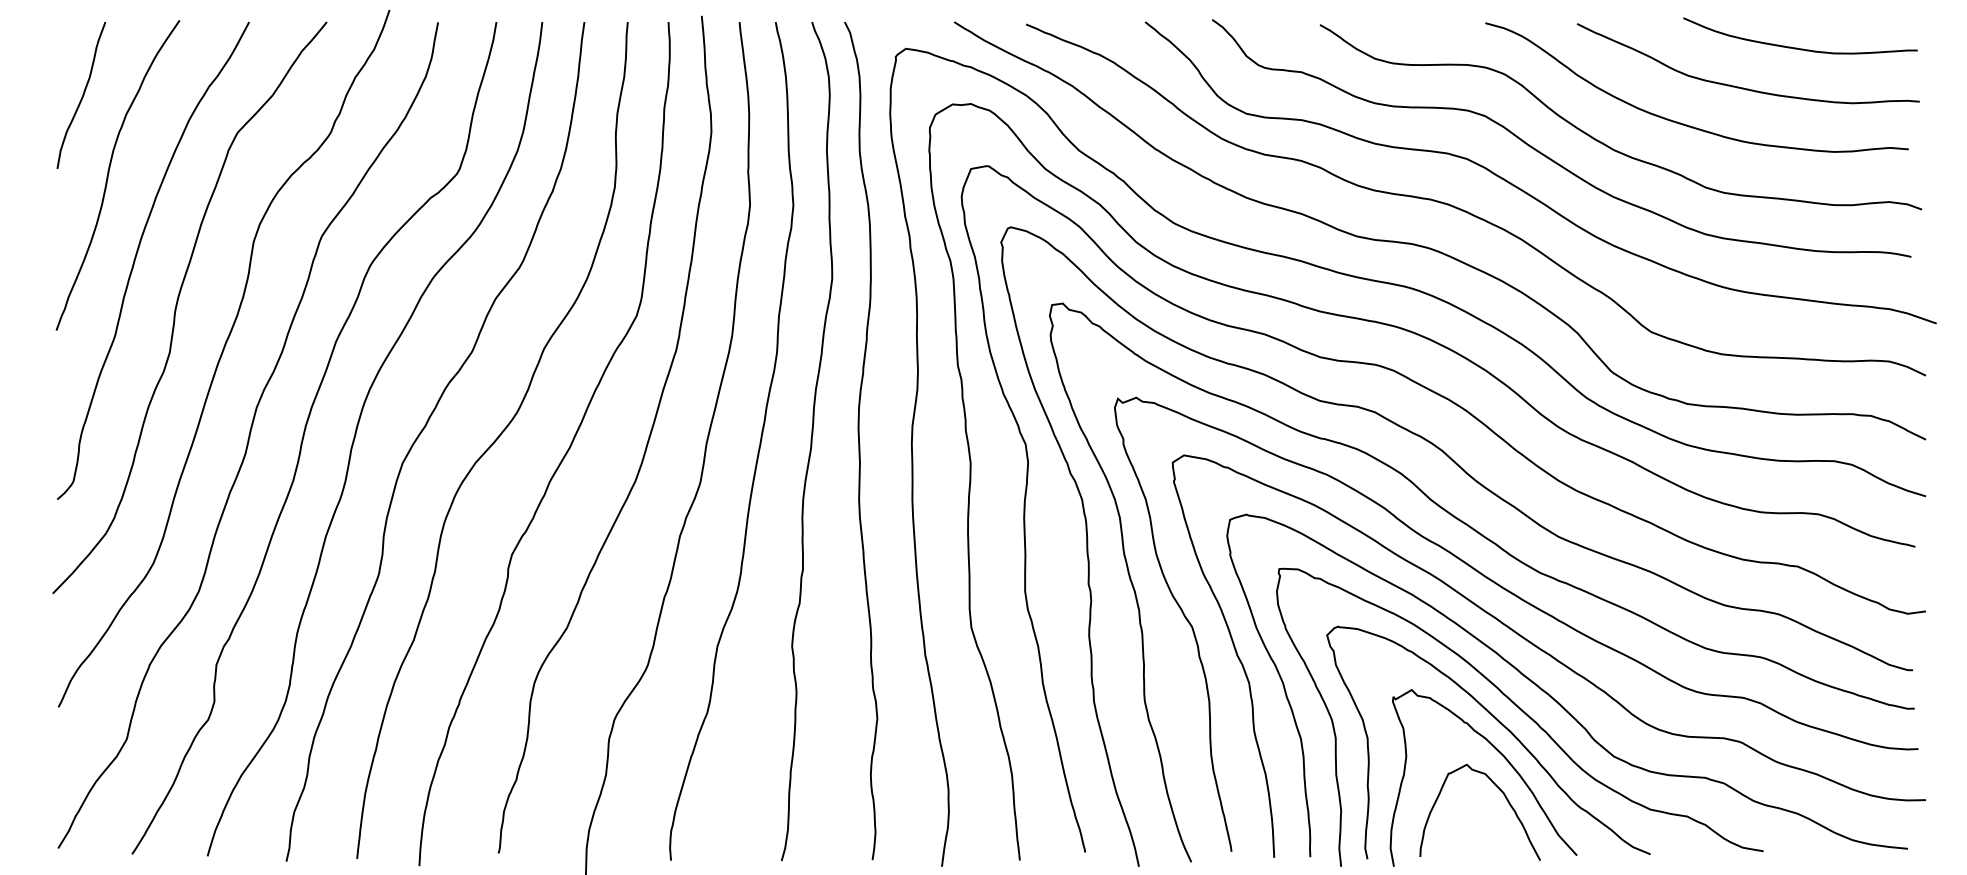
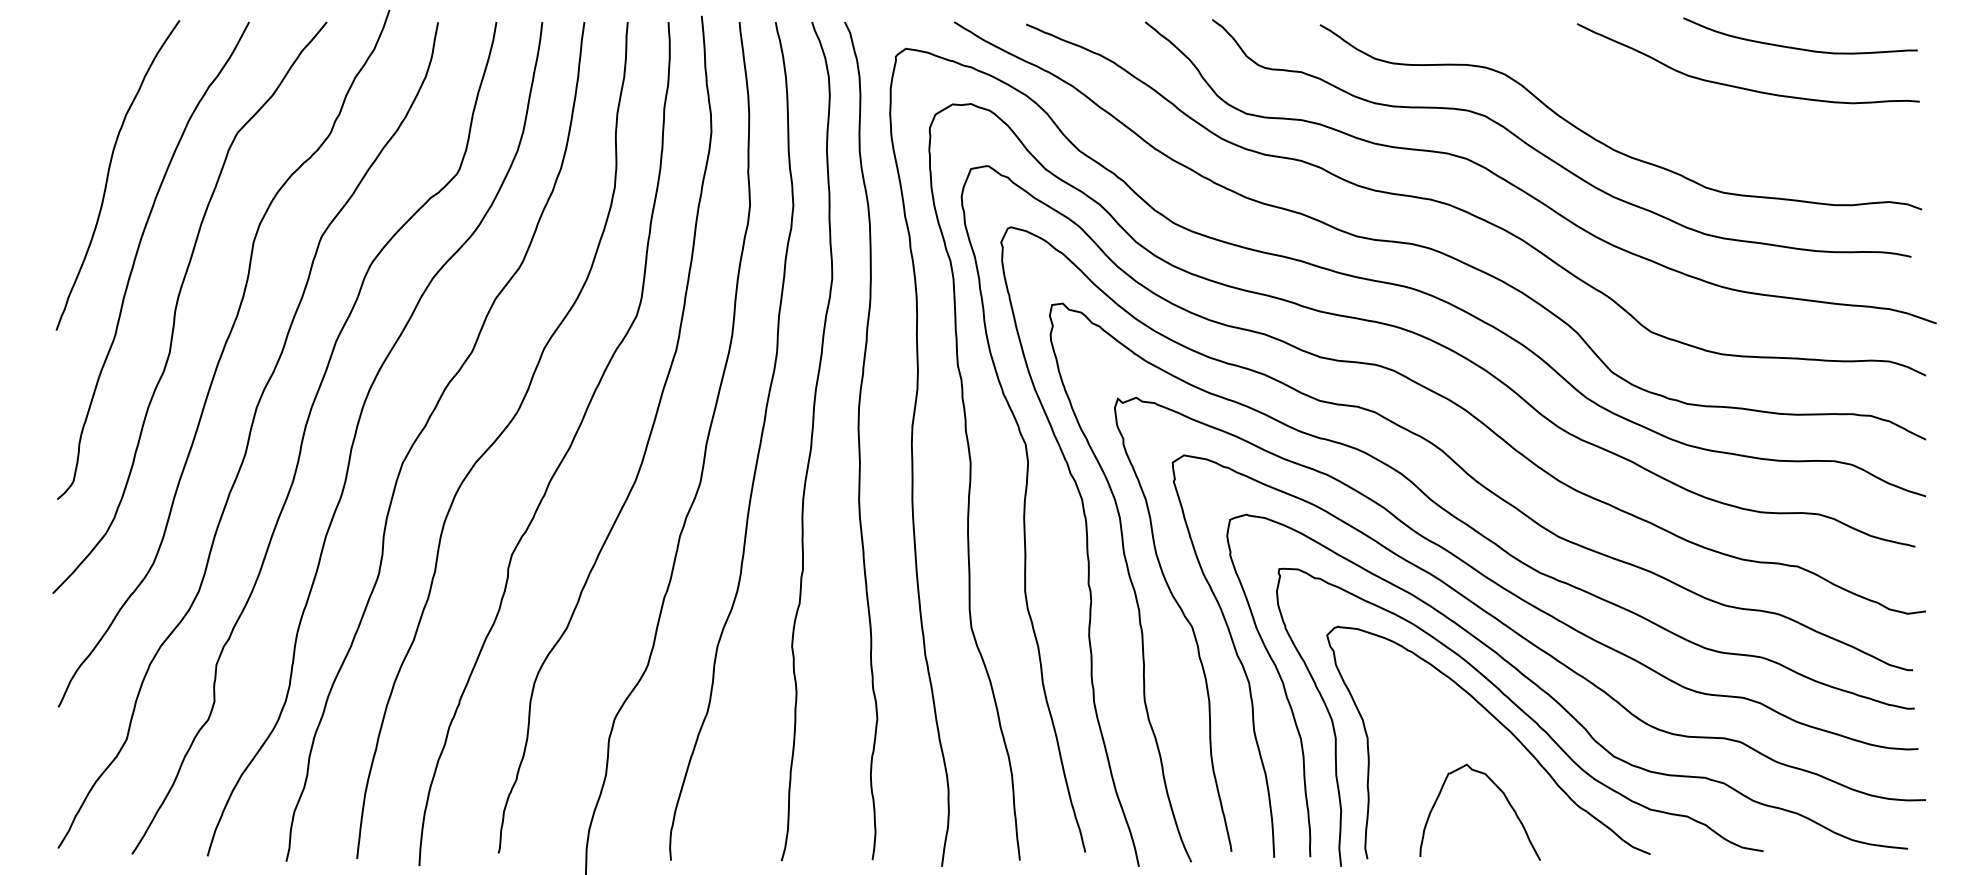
curve at (82, 95): present -> none
curve at (1687, 124): present -> none
curve at (1503, 757): present -> none
